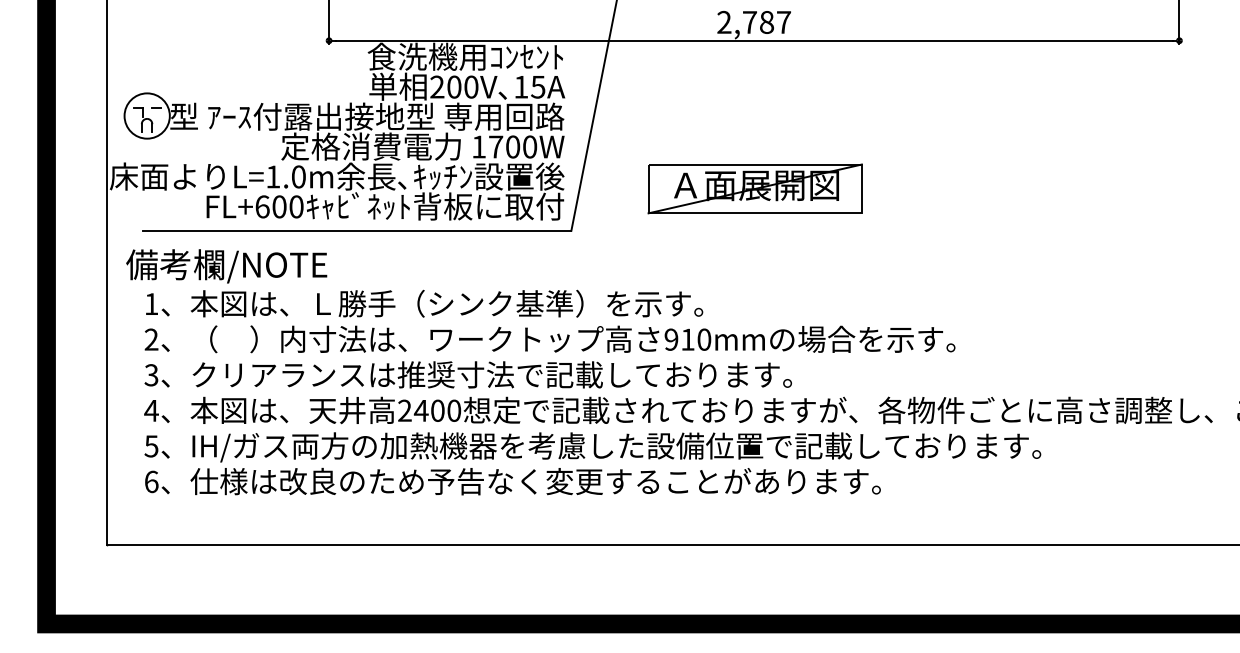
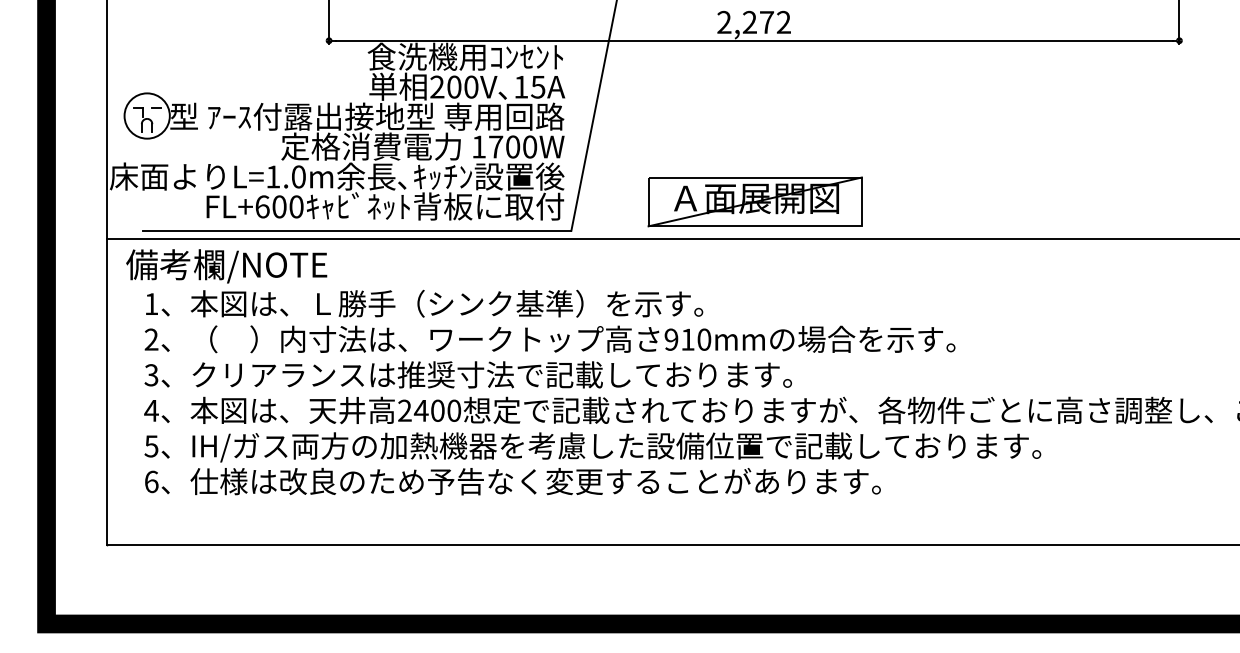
text at (766, 21): 2,787 -> 2,272
part at (754, 188) position: (754, 188) -> (754, 201)
line at (671, 239): none -> present
